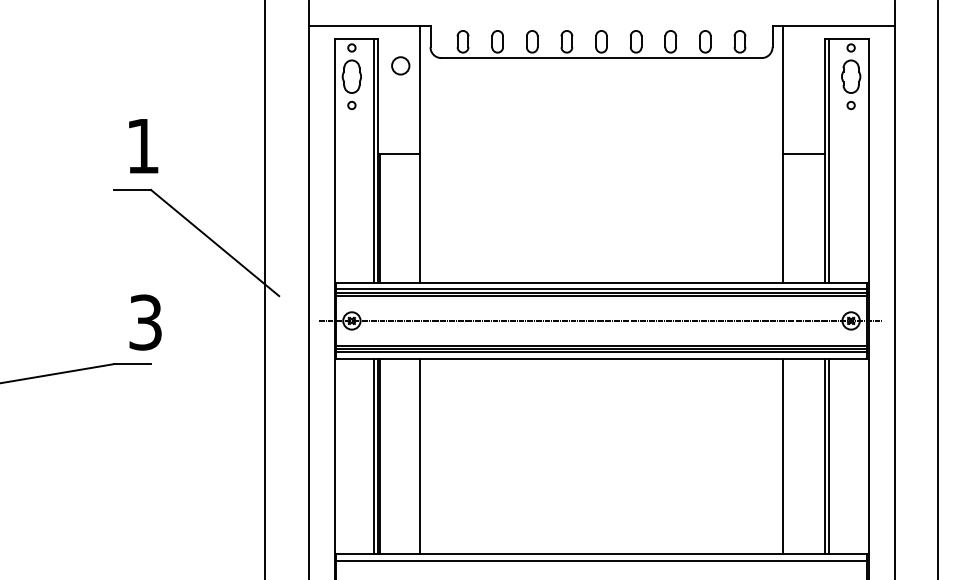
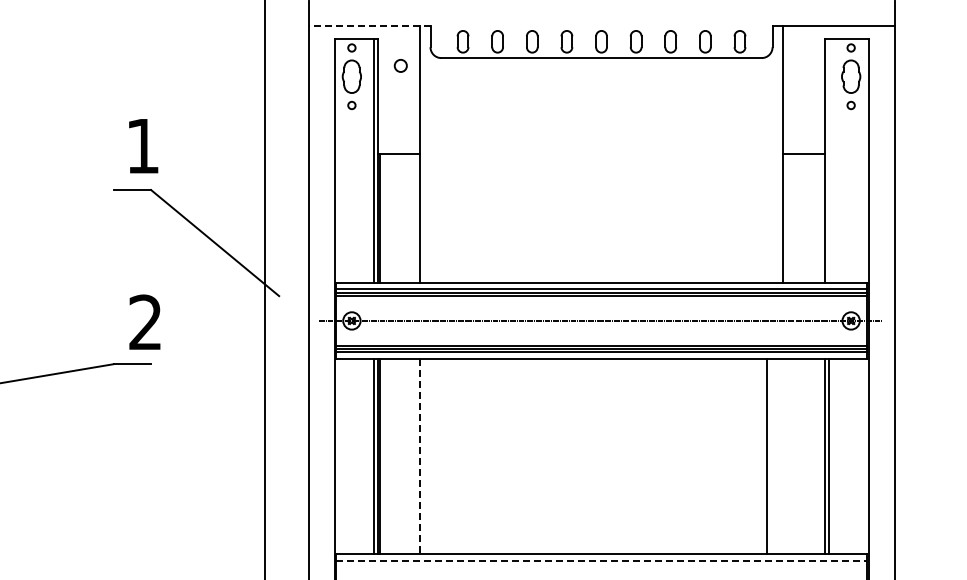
line at (369, 25): solid -> dashed
circle at (400, 65) size: 20x20 px -> 15x14 px
line at (829, 160): present -> none
line at (937, 289): present -> none
text at (145, 322): 3 -> 2
line at (783, 456) position: (783, 456) -> (767, 456)
line at (419, 457): solid -> dashed
line at (601, 560): solid -> dashed
